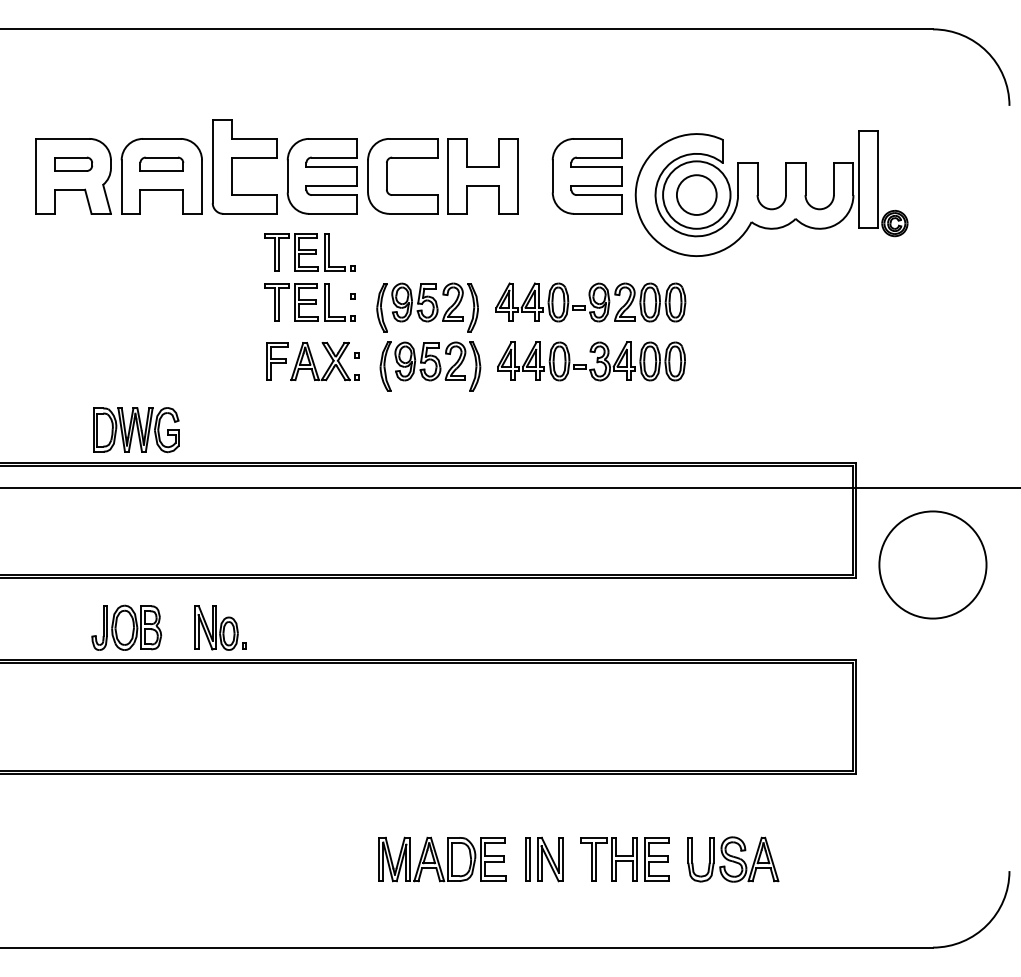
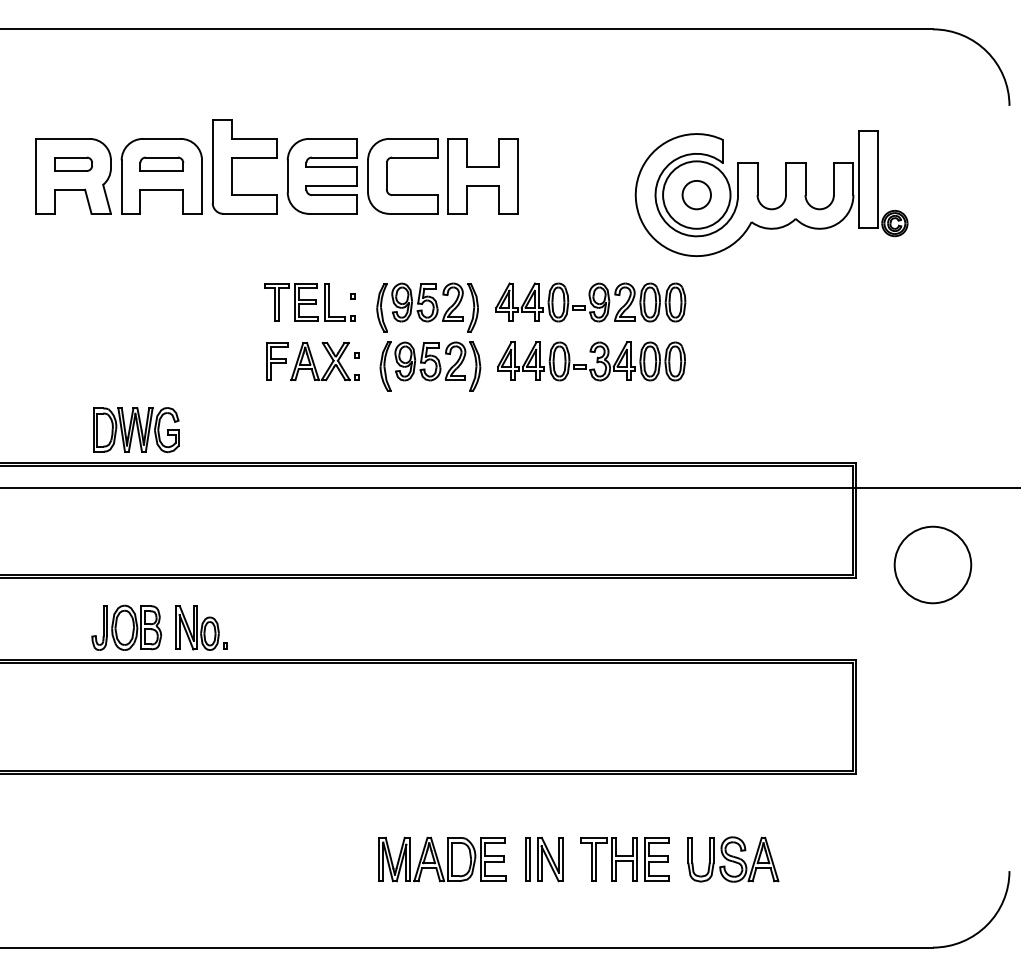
part at (586, 176): present -> none
circle at (696, 194) diameter: 40 px -> 28 px
part at (309, 252): present -> none
circle at (932, 564) diameter: 107 px -> 77 px
part at (220, 627) position: (220, 627) -> (201, 627)
